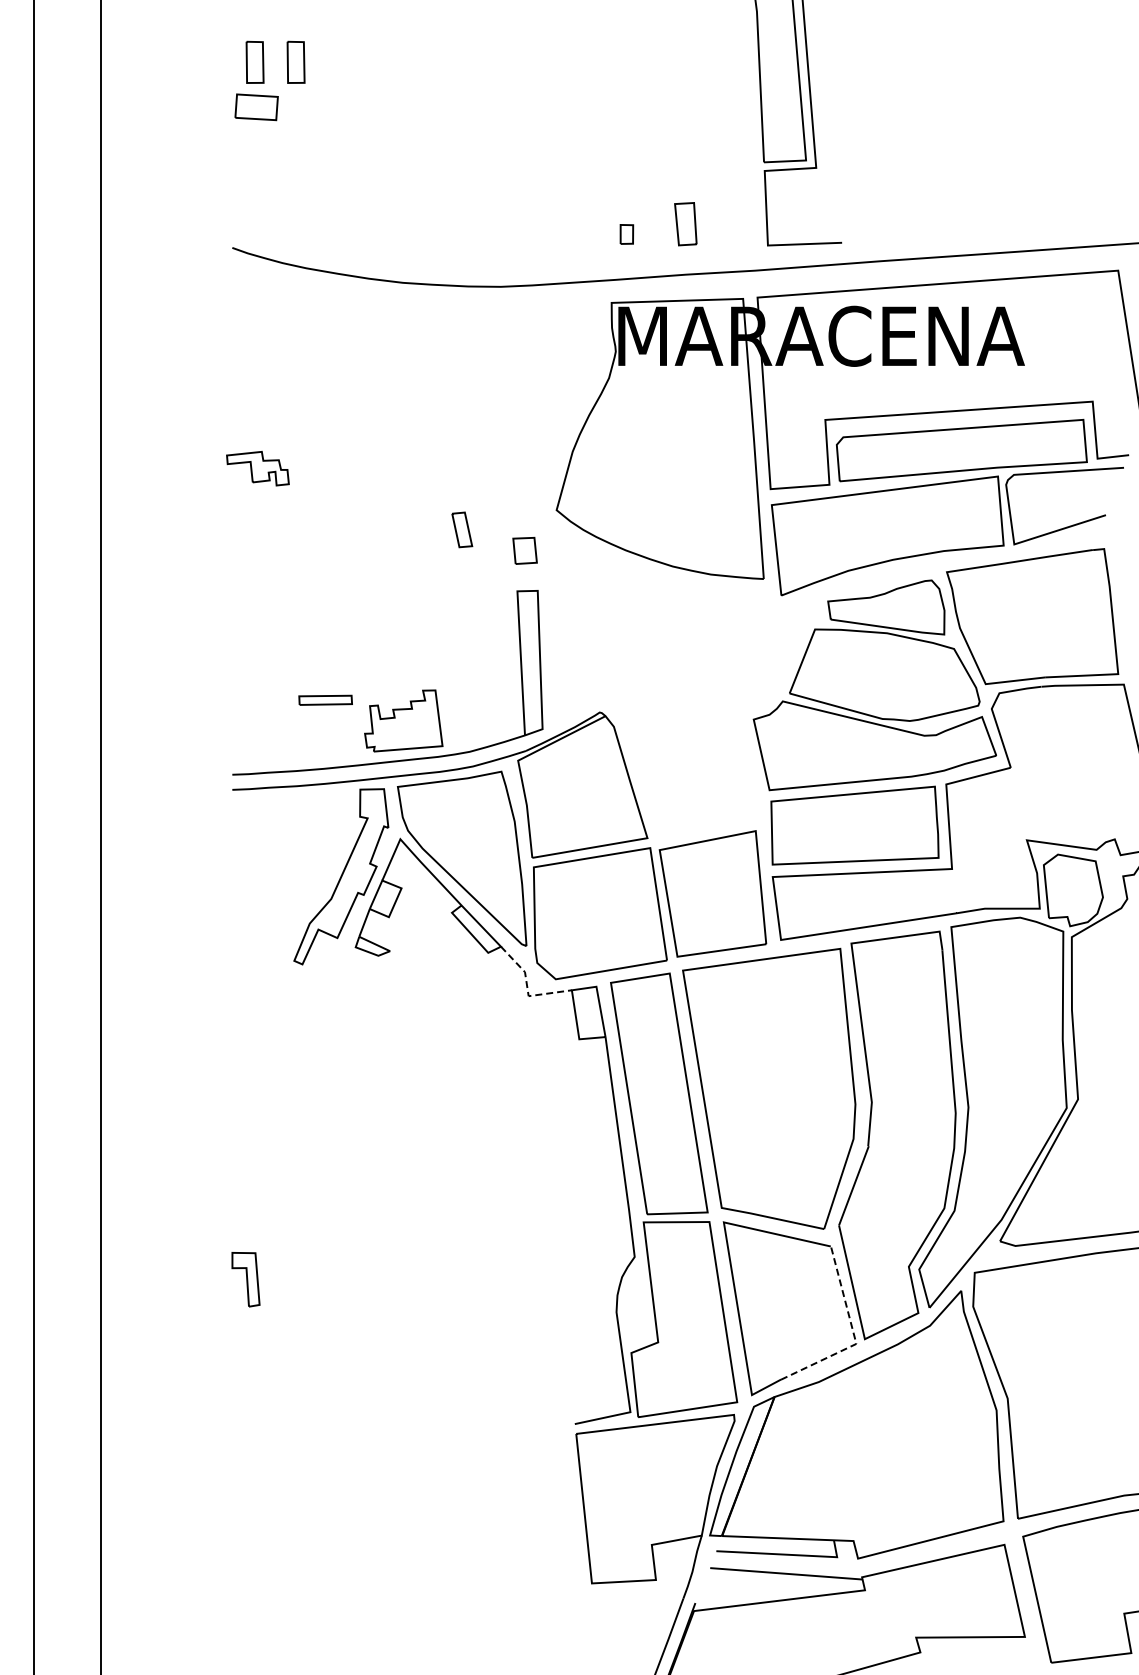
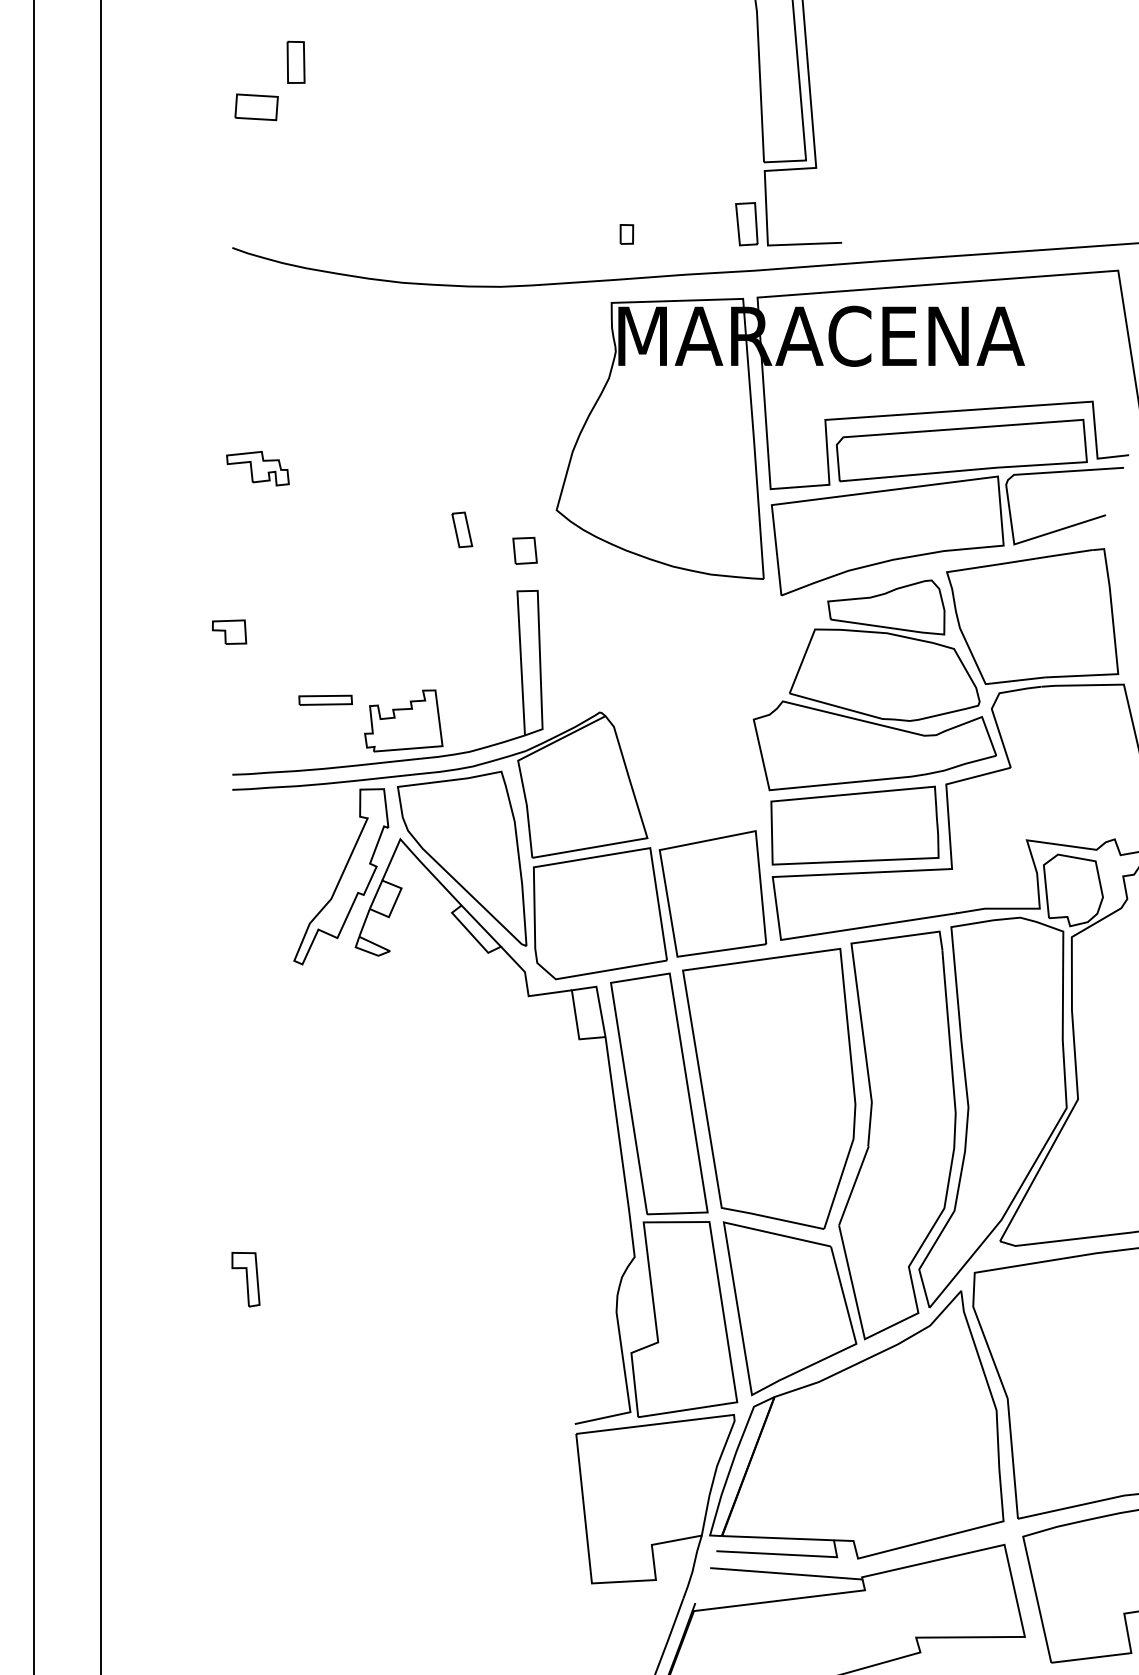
part at (254, 61): present -> none
part at (685, 224) position: (685, 224) -> (746, 224)
part at (229, 631): none -> present
line at (527, 988): dashed -> solid
line at (854, 1336): dashed -> solid
